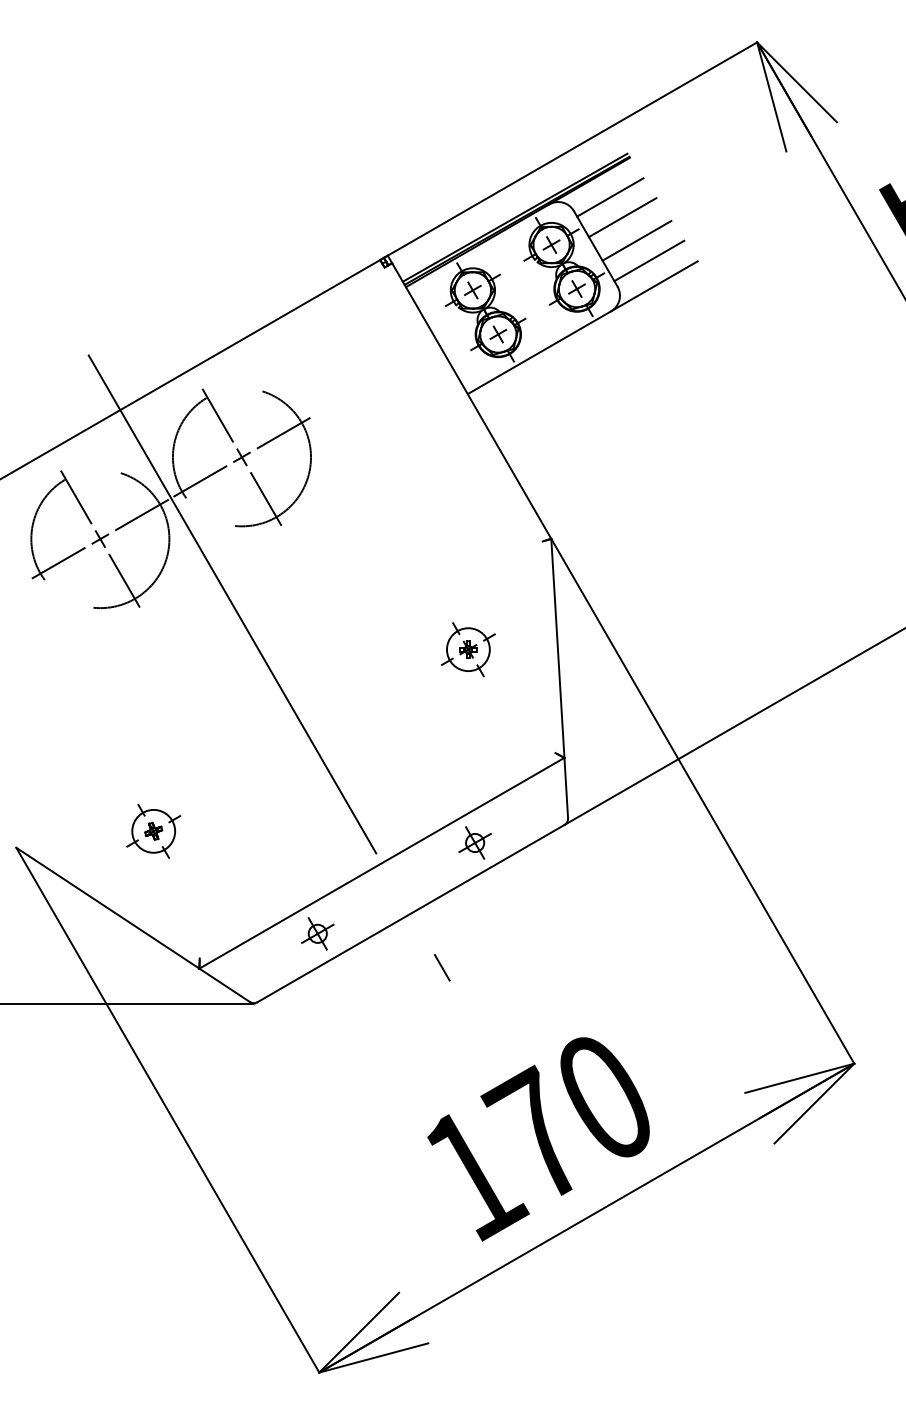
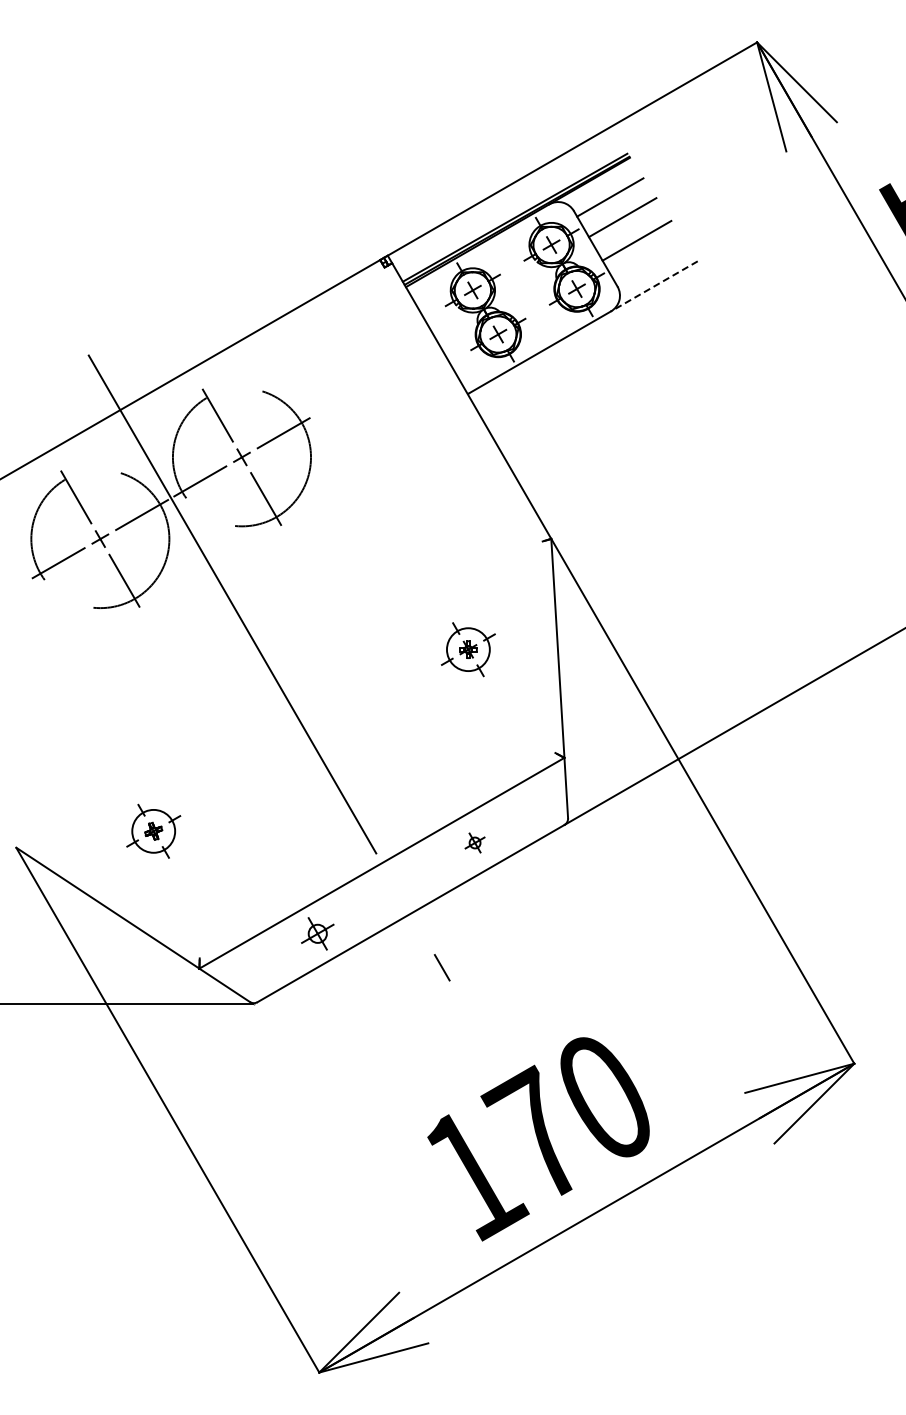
line at (649, 260): present -> none
line at (653, 286): solid -> dashed
part at (474, 842) size: 34x34 px -> 22x22 px
